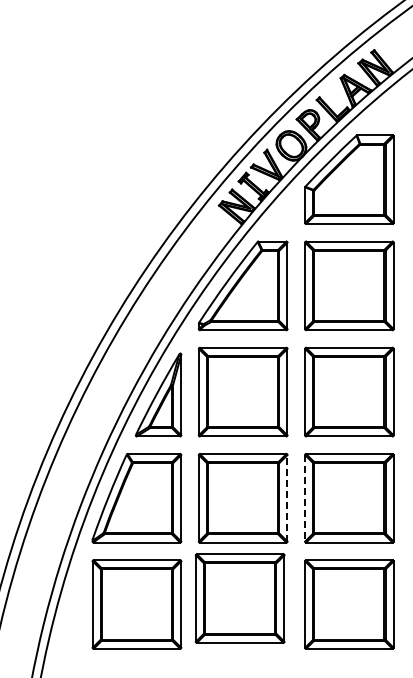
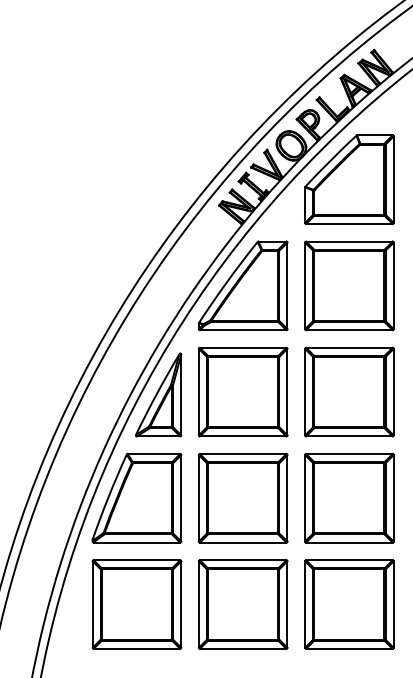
line at (287, 497): dashed -> solid
line at (305, 498): dashed -> solid
part at (239, 598) position: (239, 598) -> (242, 604)
